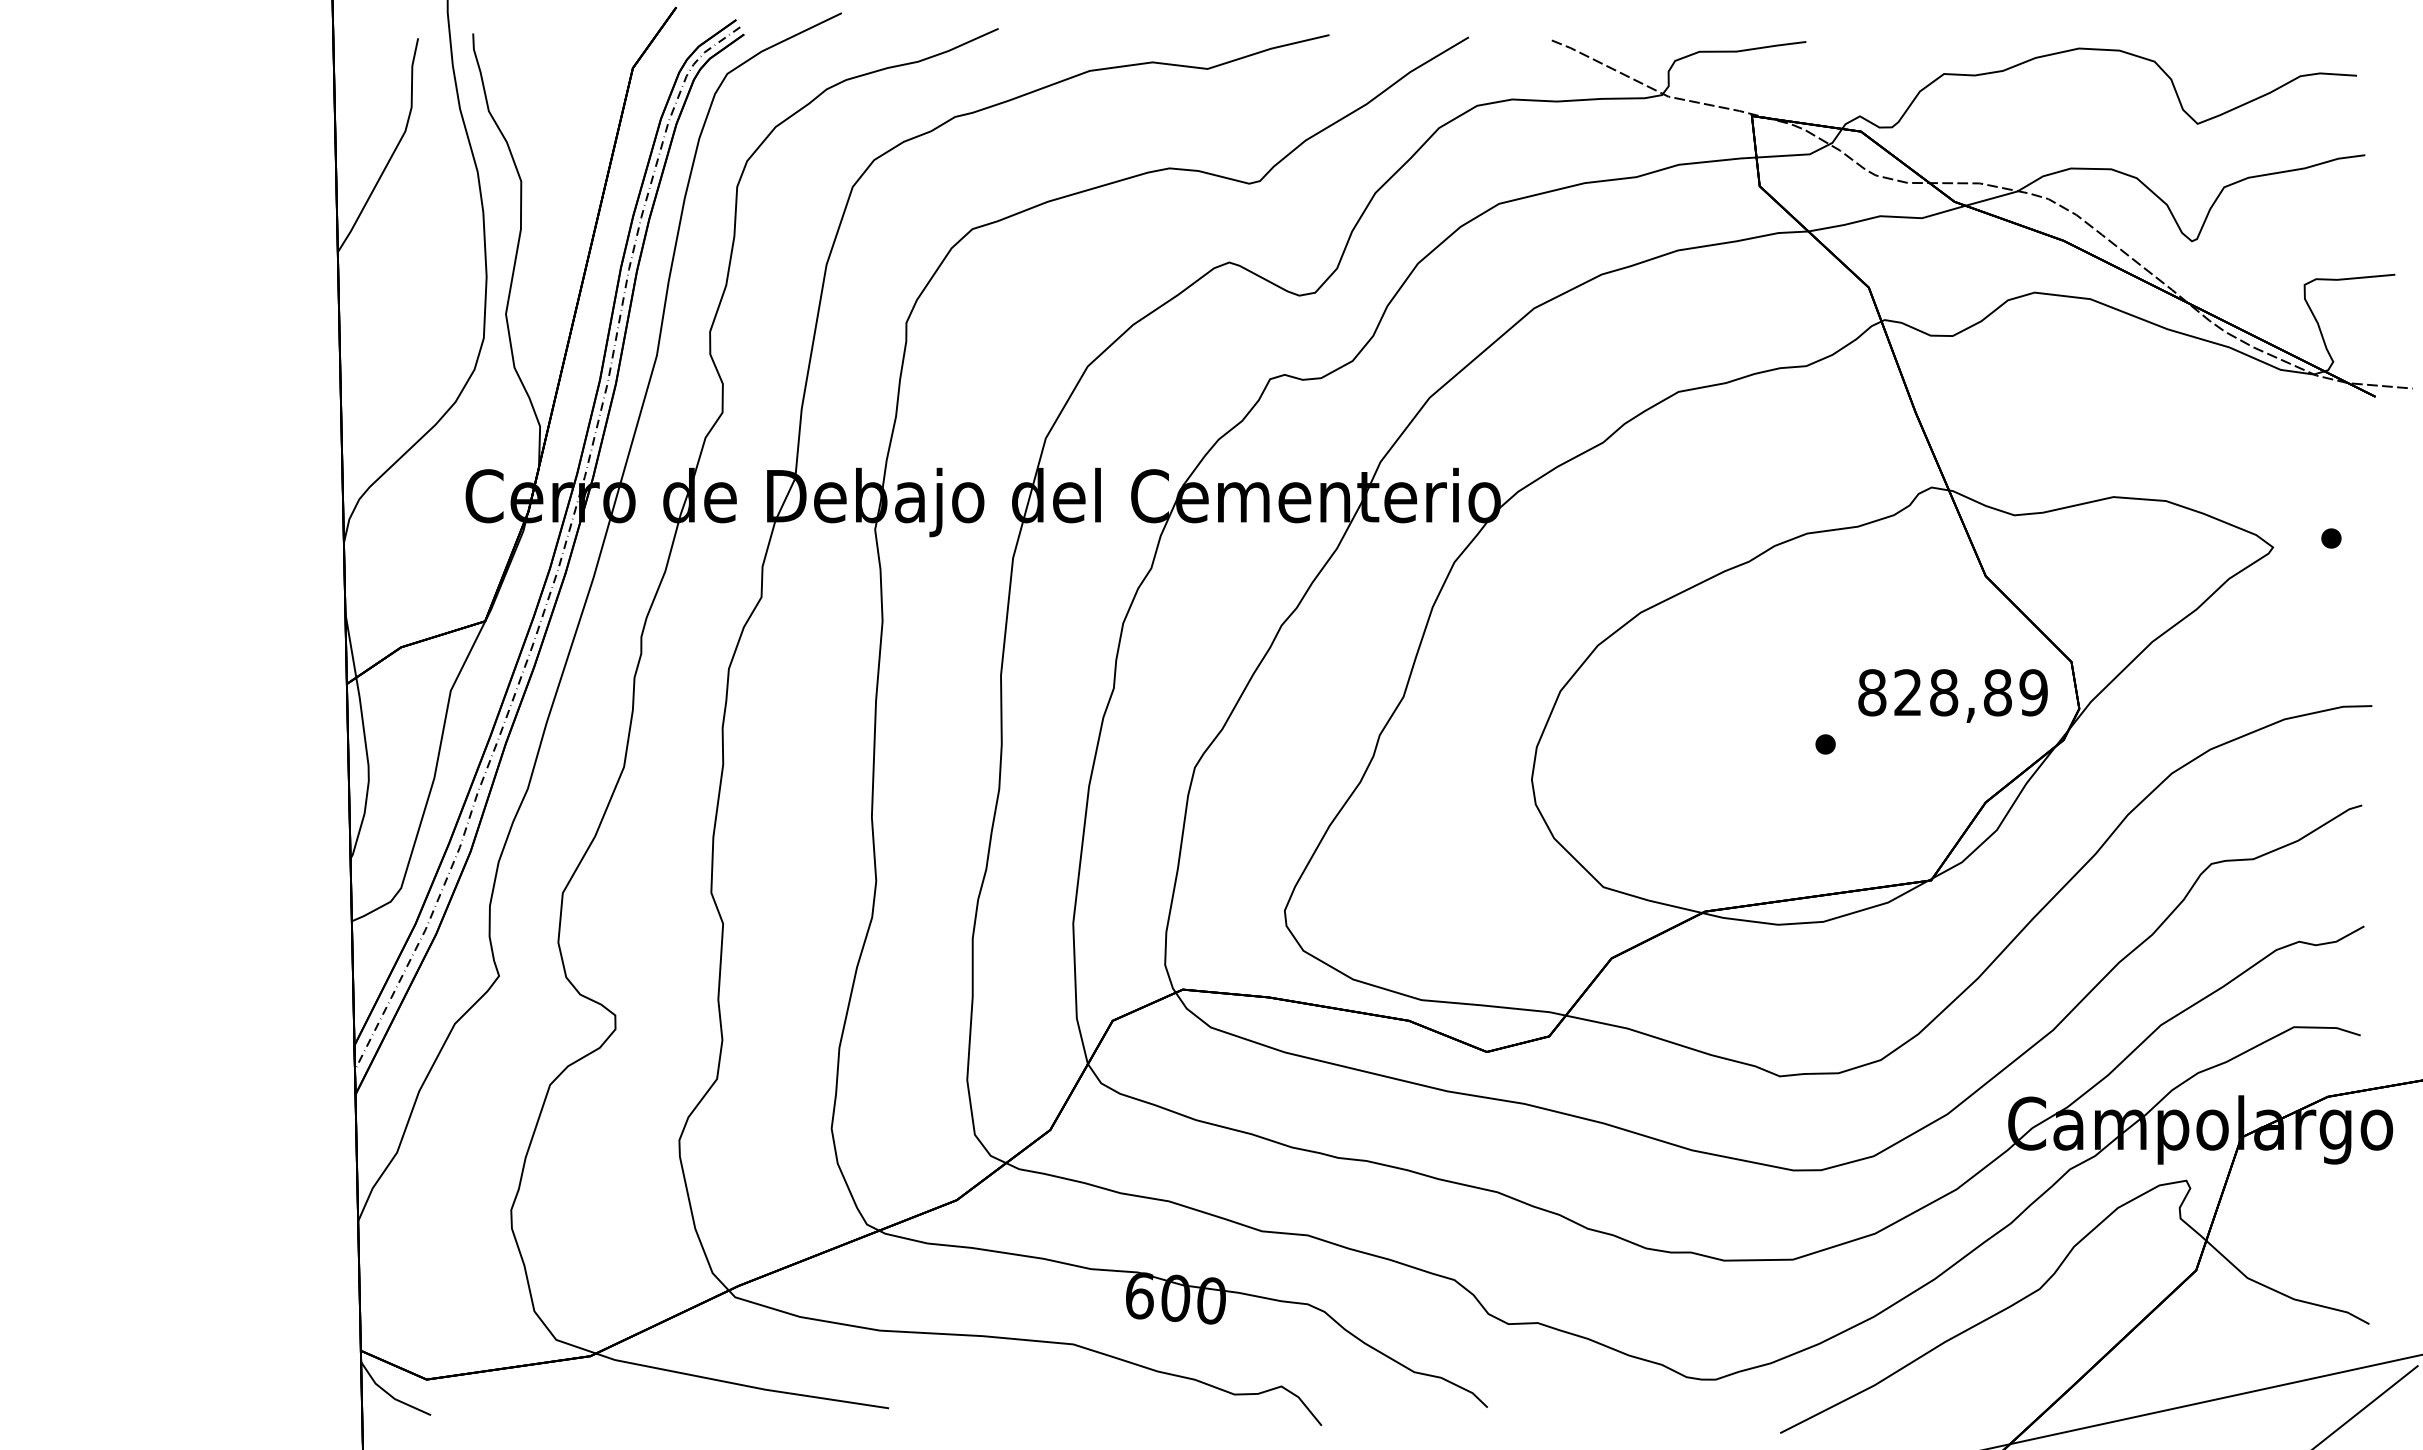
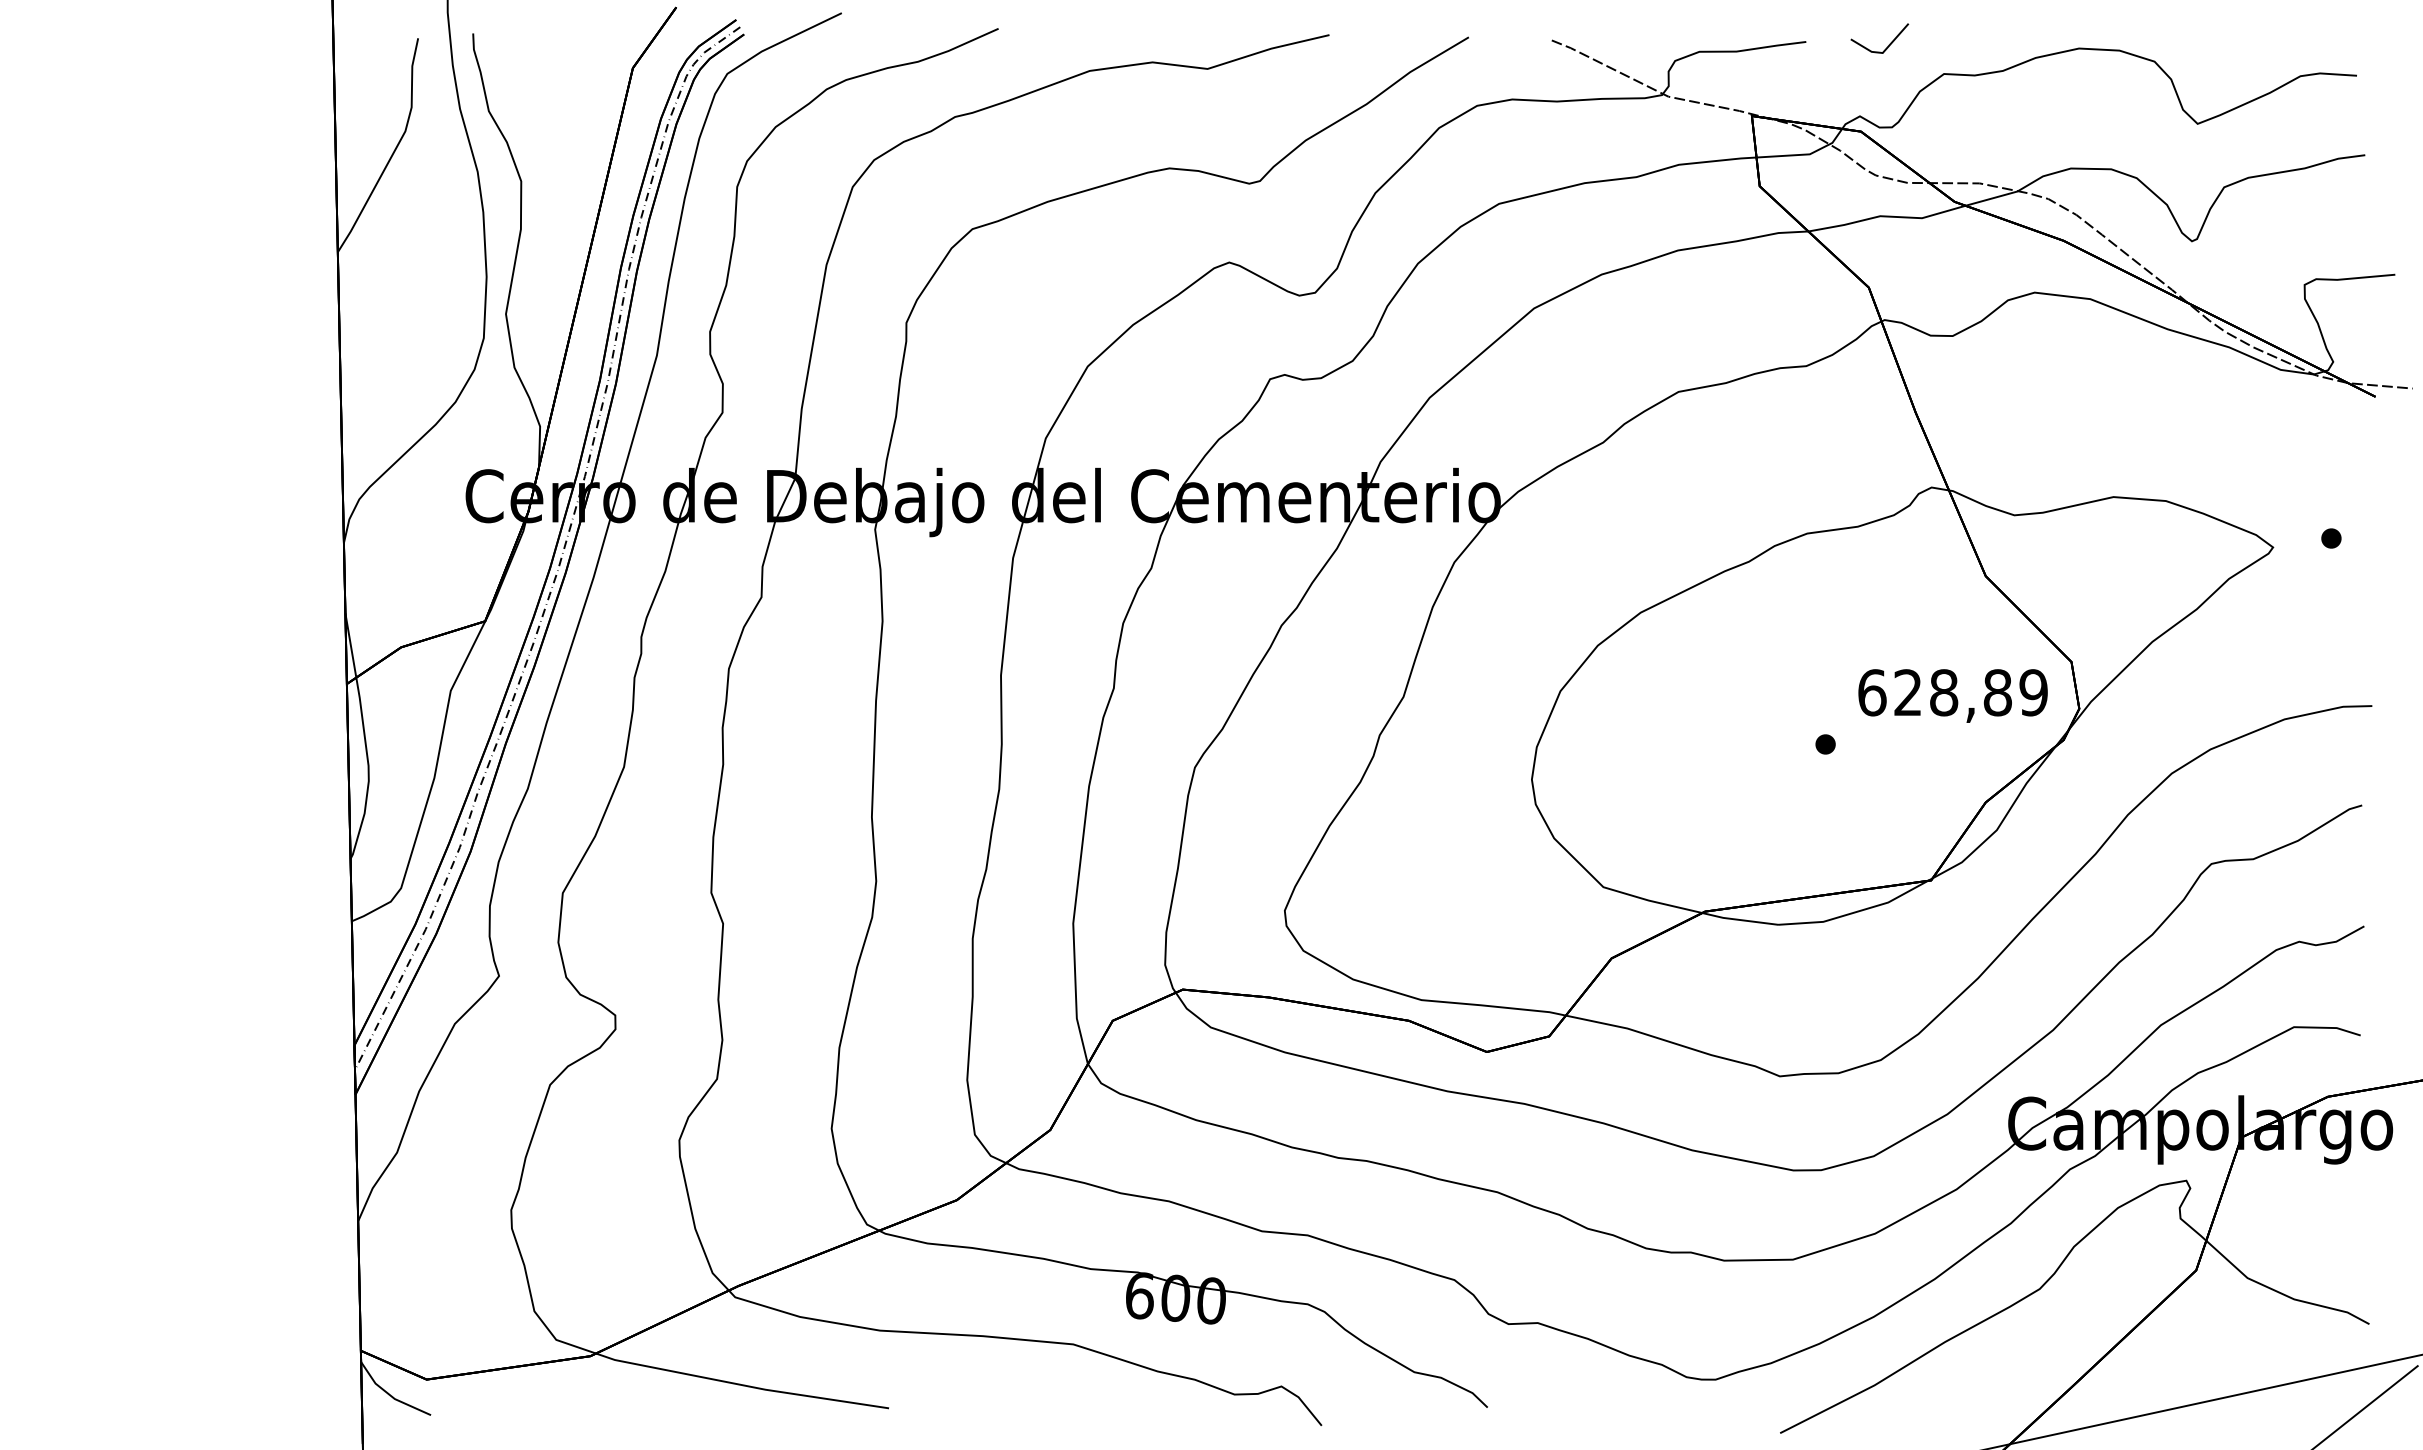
line at (1889, 43): none -> present
text at (1872, 692): 828,89 -> 628,89
